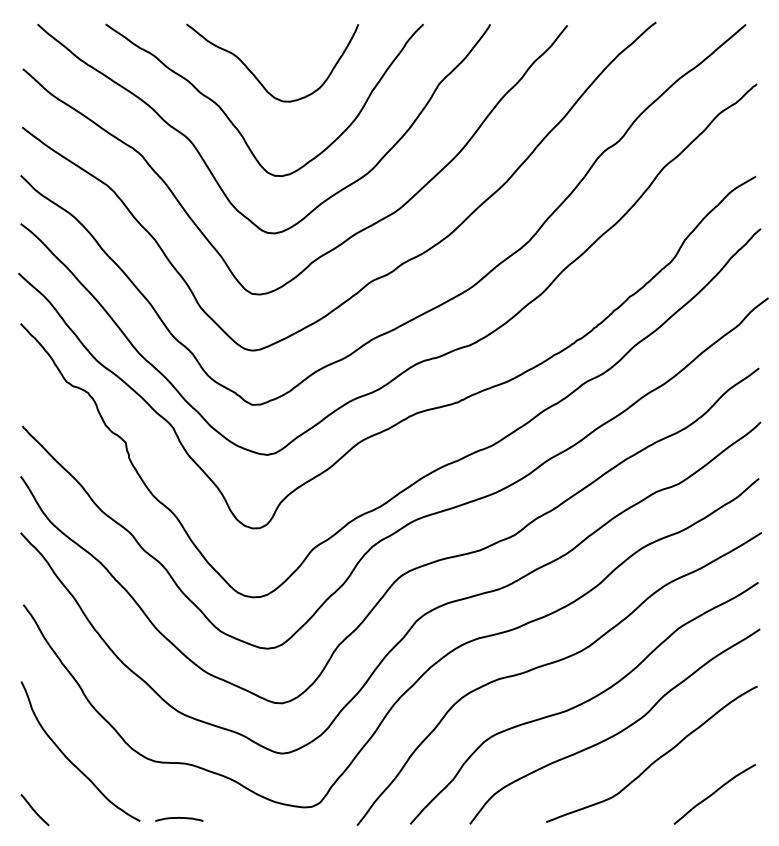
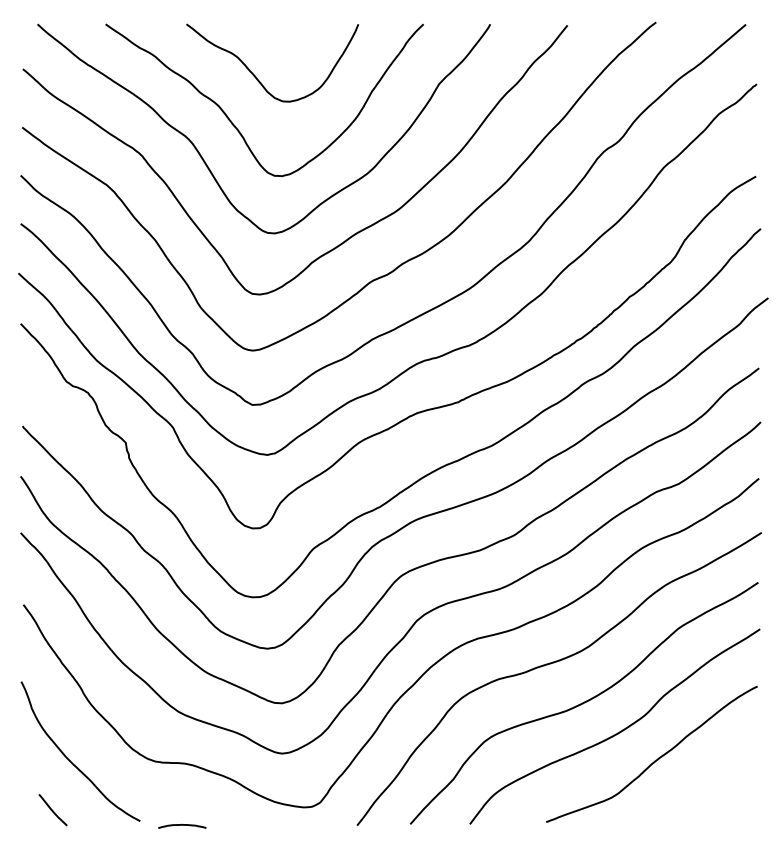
curve at (714, 793): present -> none
curve at (34, 810) position: (34, 810) -> (52, 810)
curve at (179, 818) position: (179, 818) -> (182, 825)
